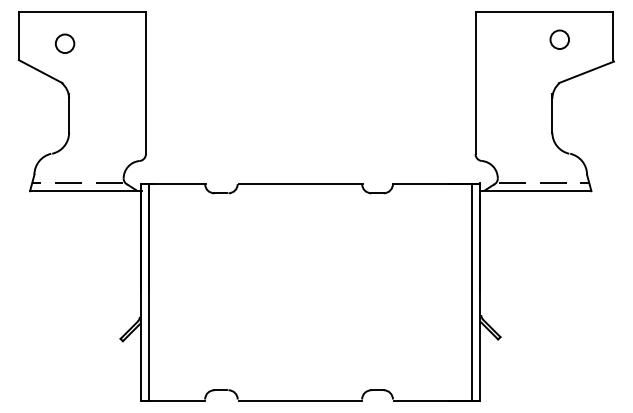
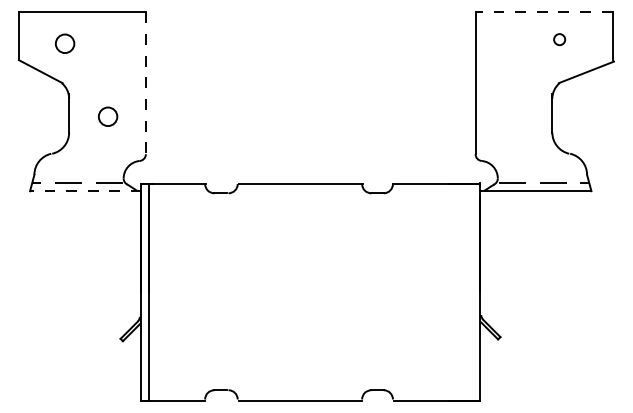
line at (544, 12): solid -> dashed
circle at (559, 39) size: 21x21 px -> 14x14 px
line at (145, 83): solid -> dashed
circle at (108, 116): none -> present
line at (86, 190): solid -> dashed
line at (471, 291): present -> none
